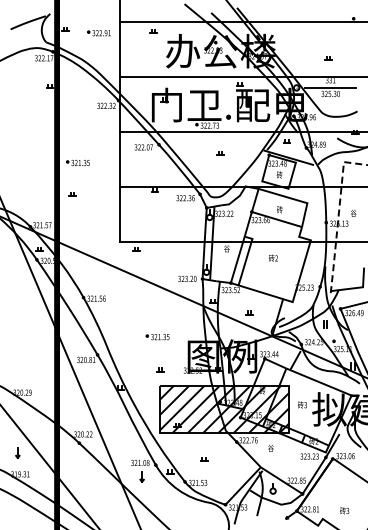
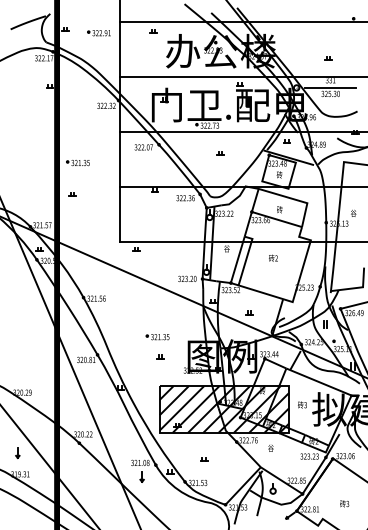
line at (338, 215): dashed -> solid
part at (160, 369) position: (160, 369) -> (160, 356)
text at (344, 510) position: (344, 510) -> (344, 503)
